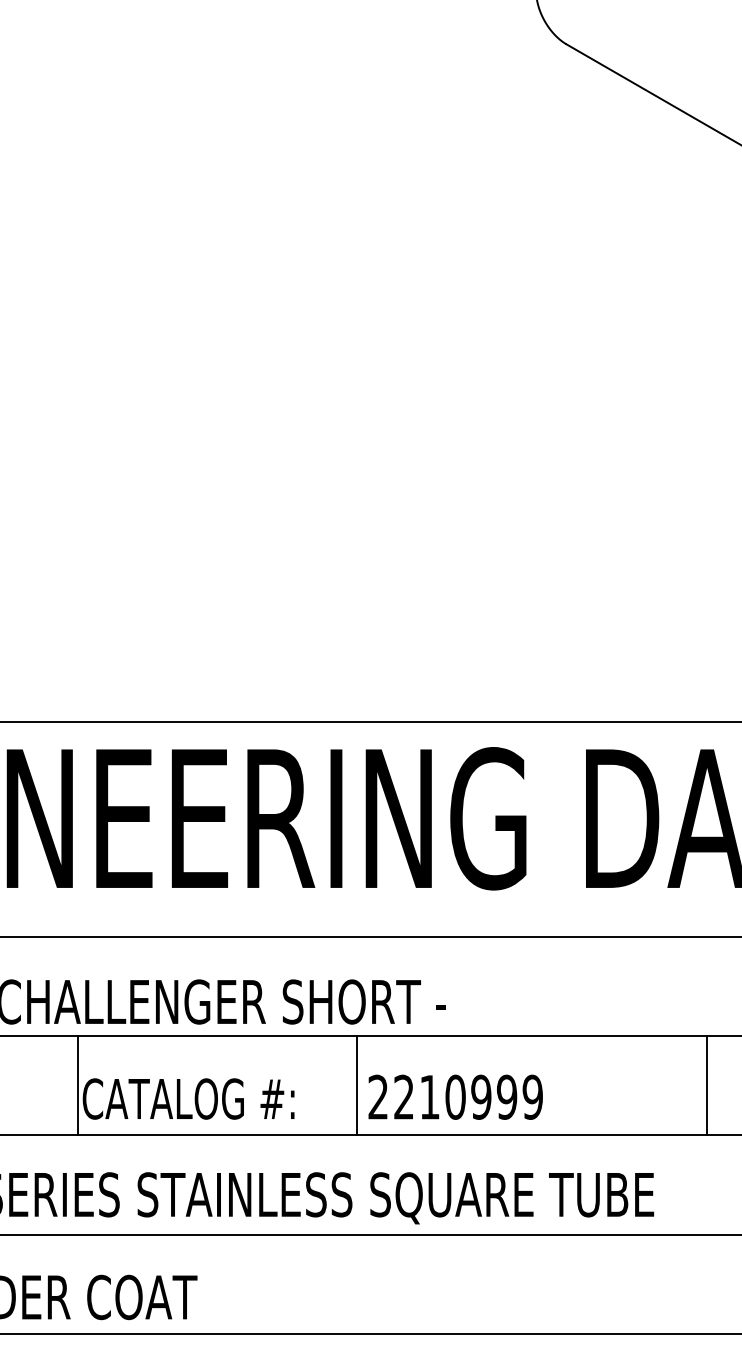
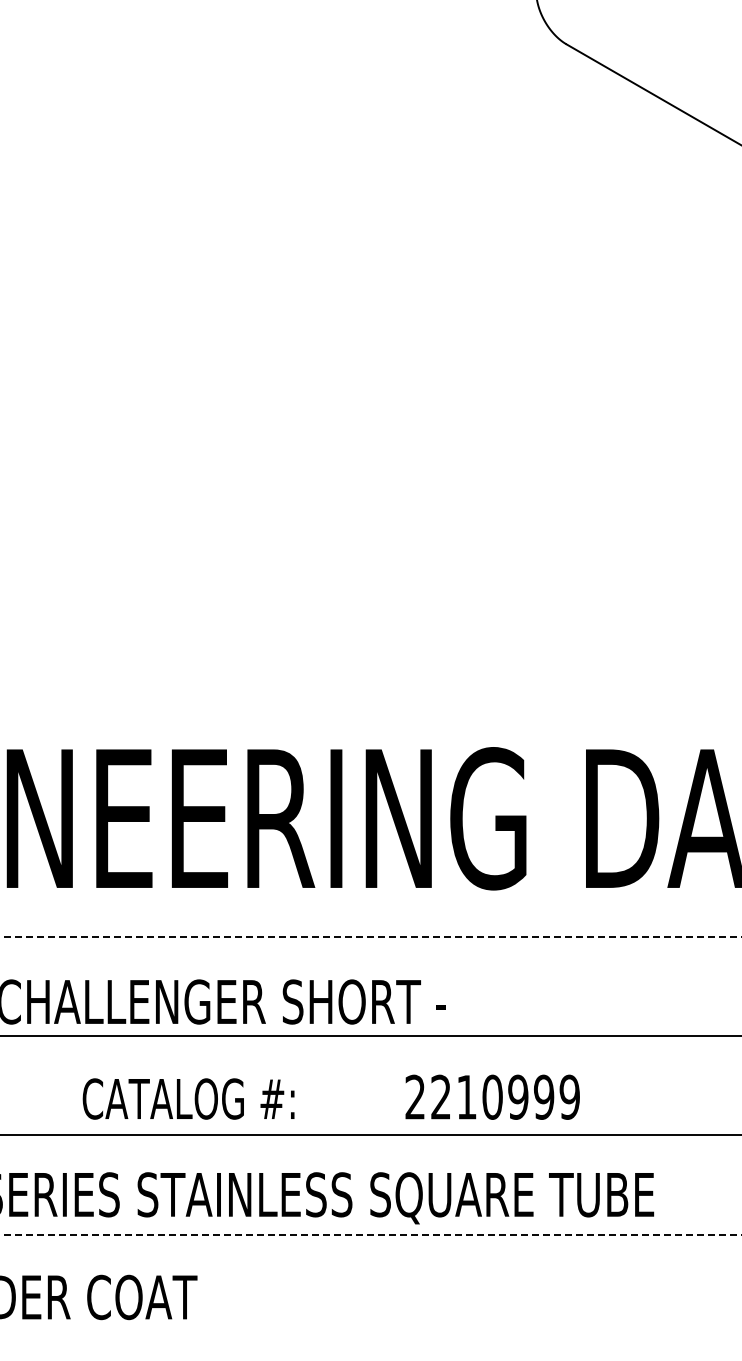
line at (370, 721): present -> none
line at (370, 936): solid -> dashed
line at (77, 1085): present -> none
line at (357, 1085): present -> none
line at (707, 1085): present -> none
text at (455, 1096) position: (455, 1096) -> (492, 1096)
line at (370, 1234): solid -> dashed
line at (370, 1333): present -> none
